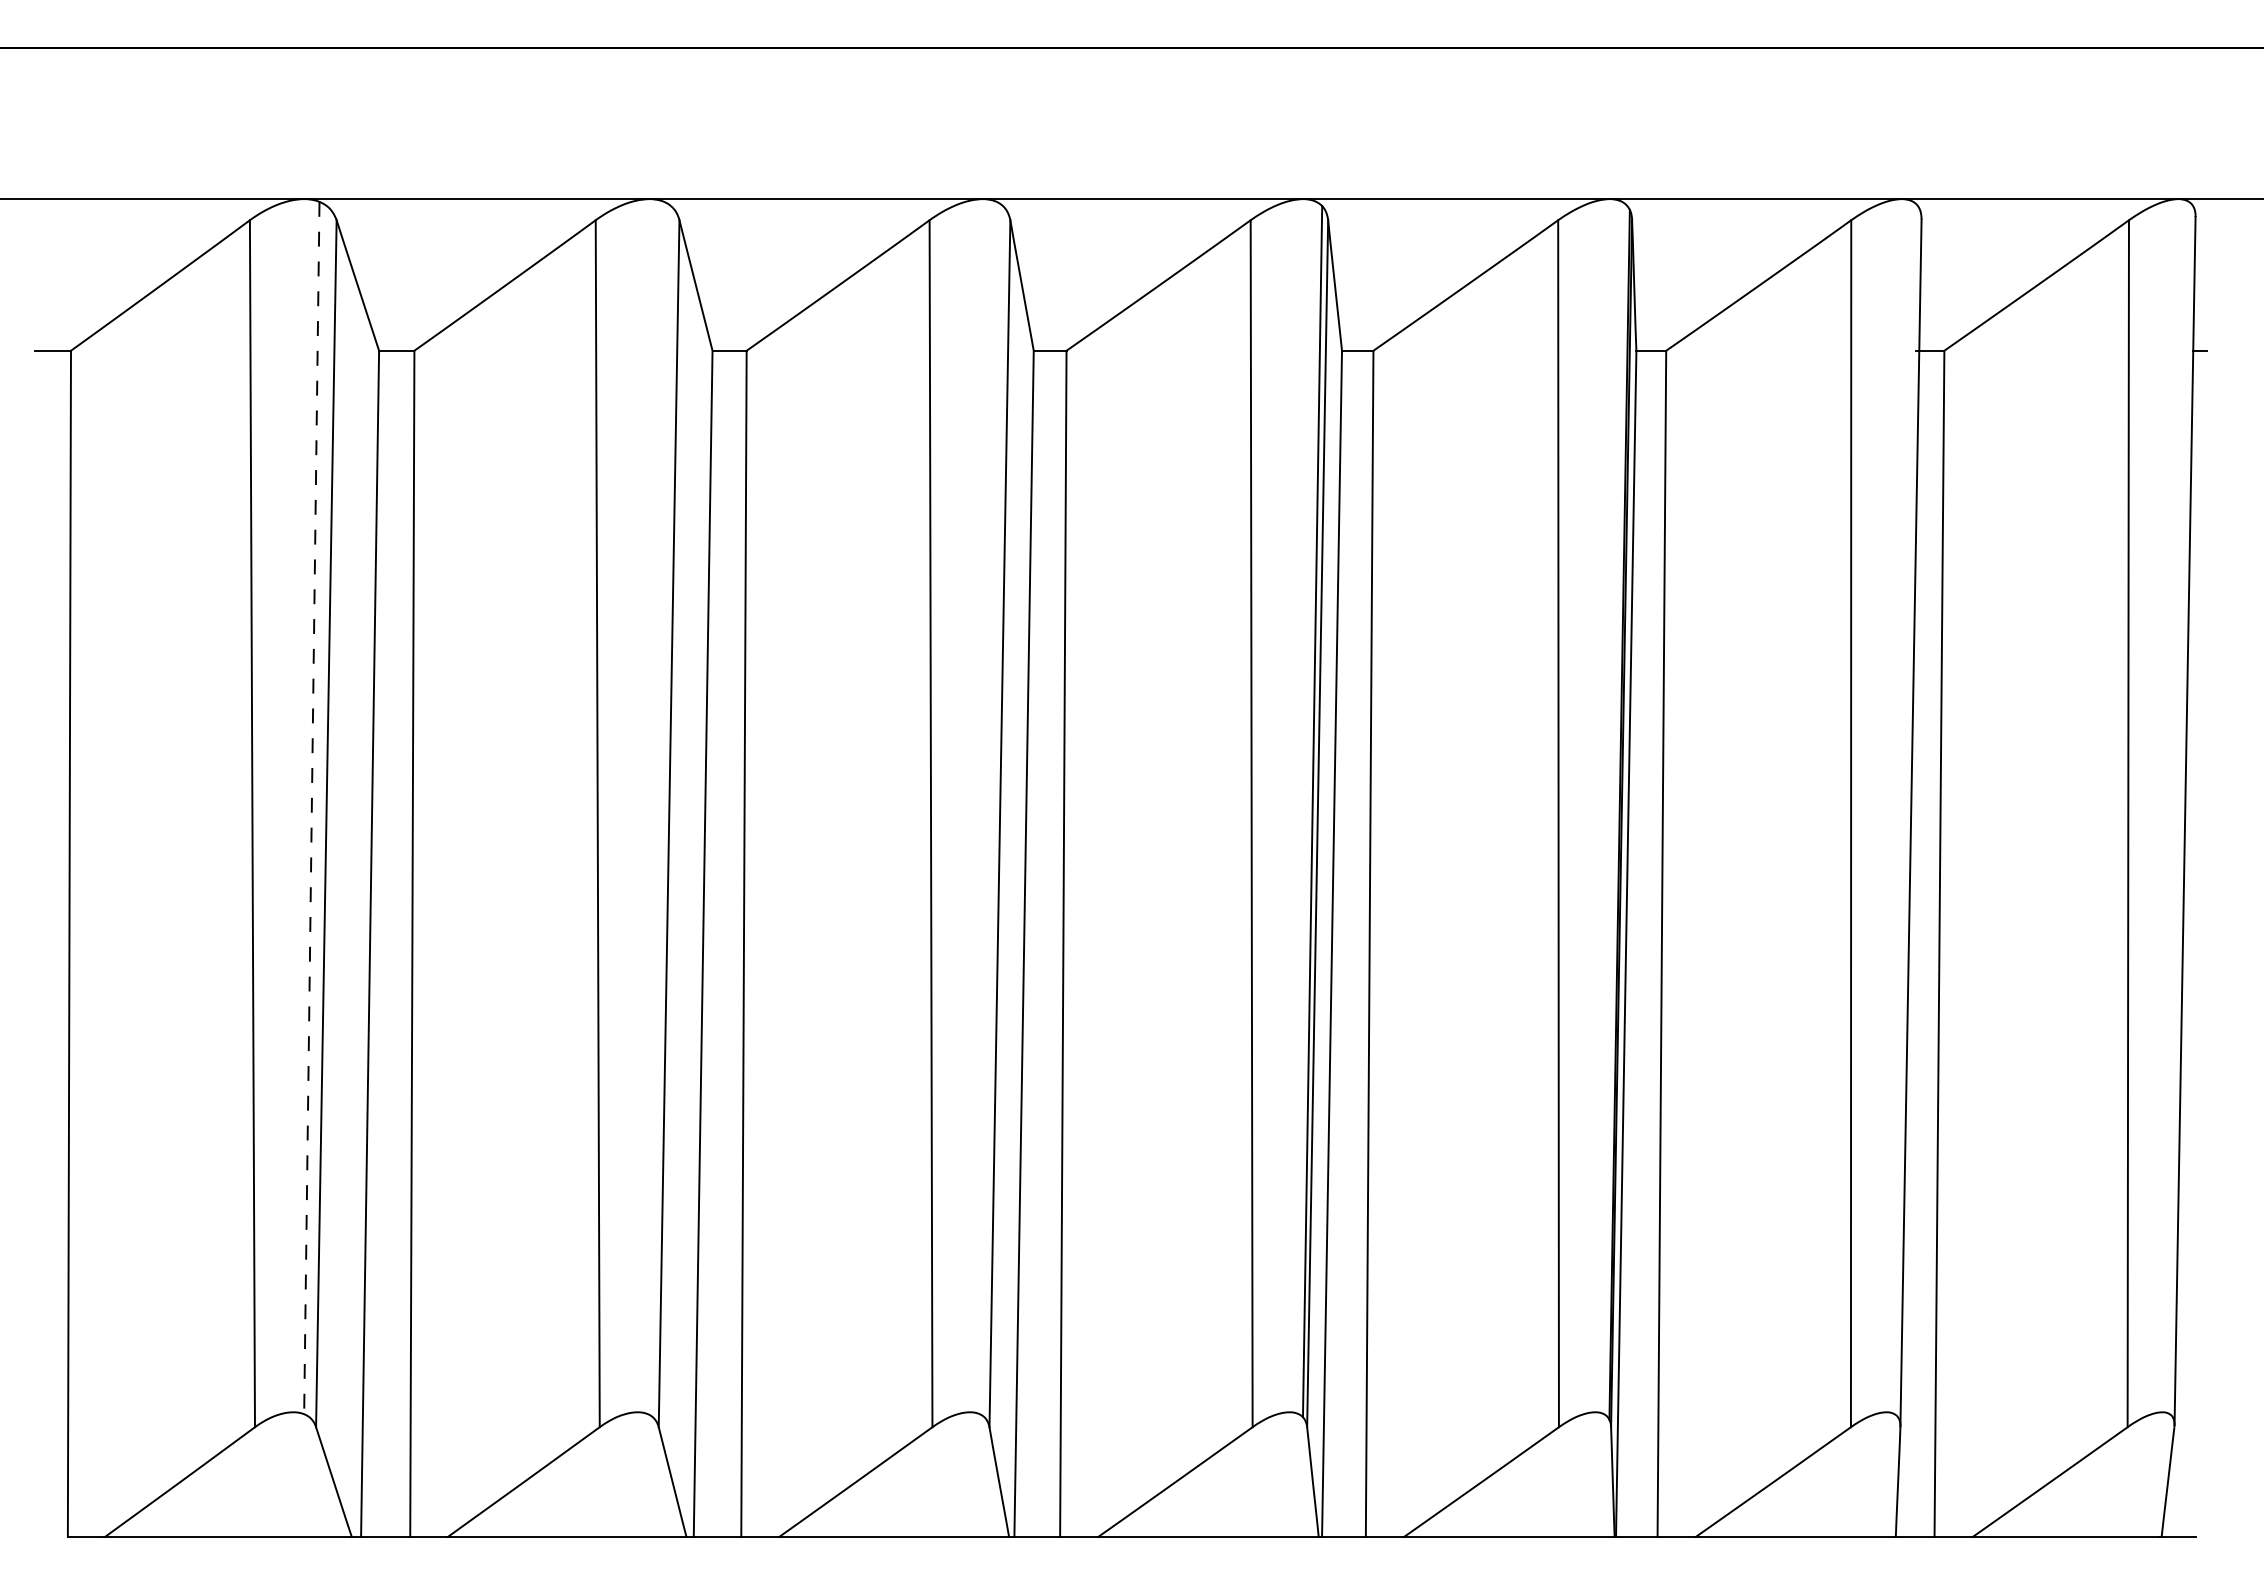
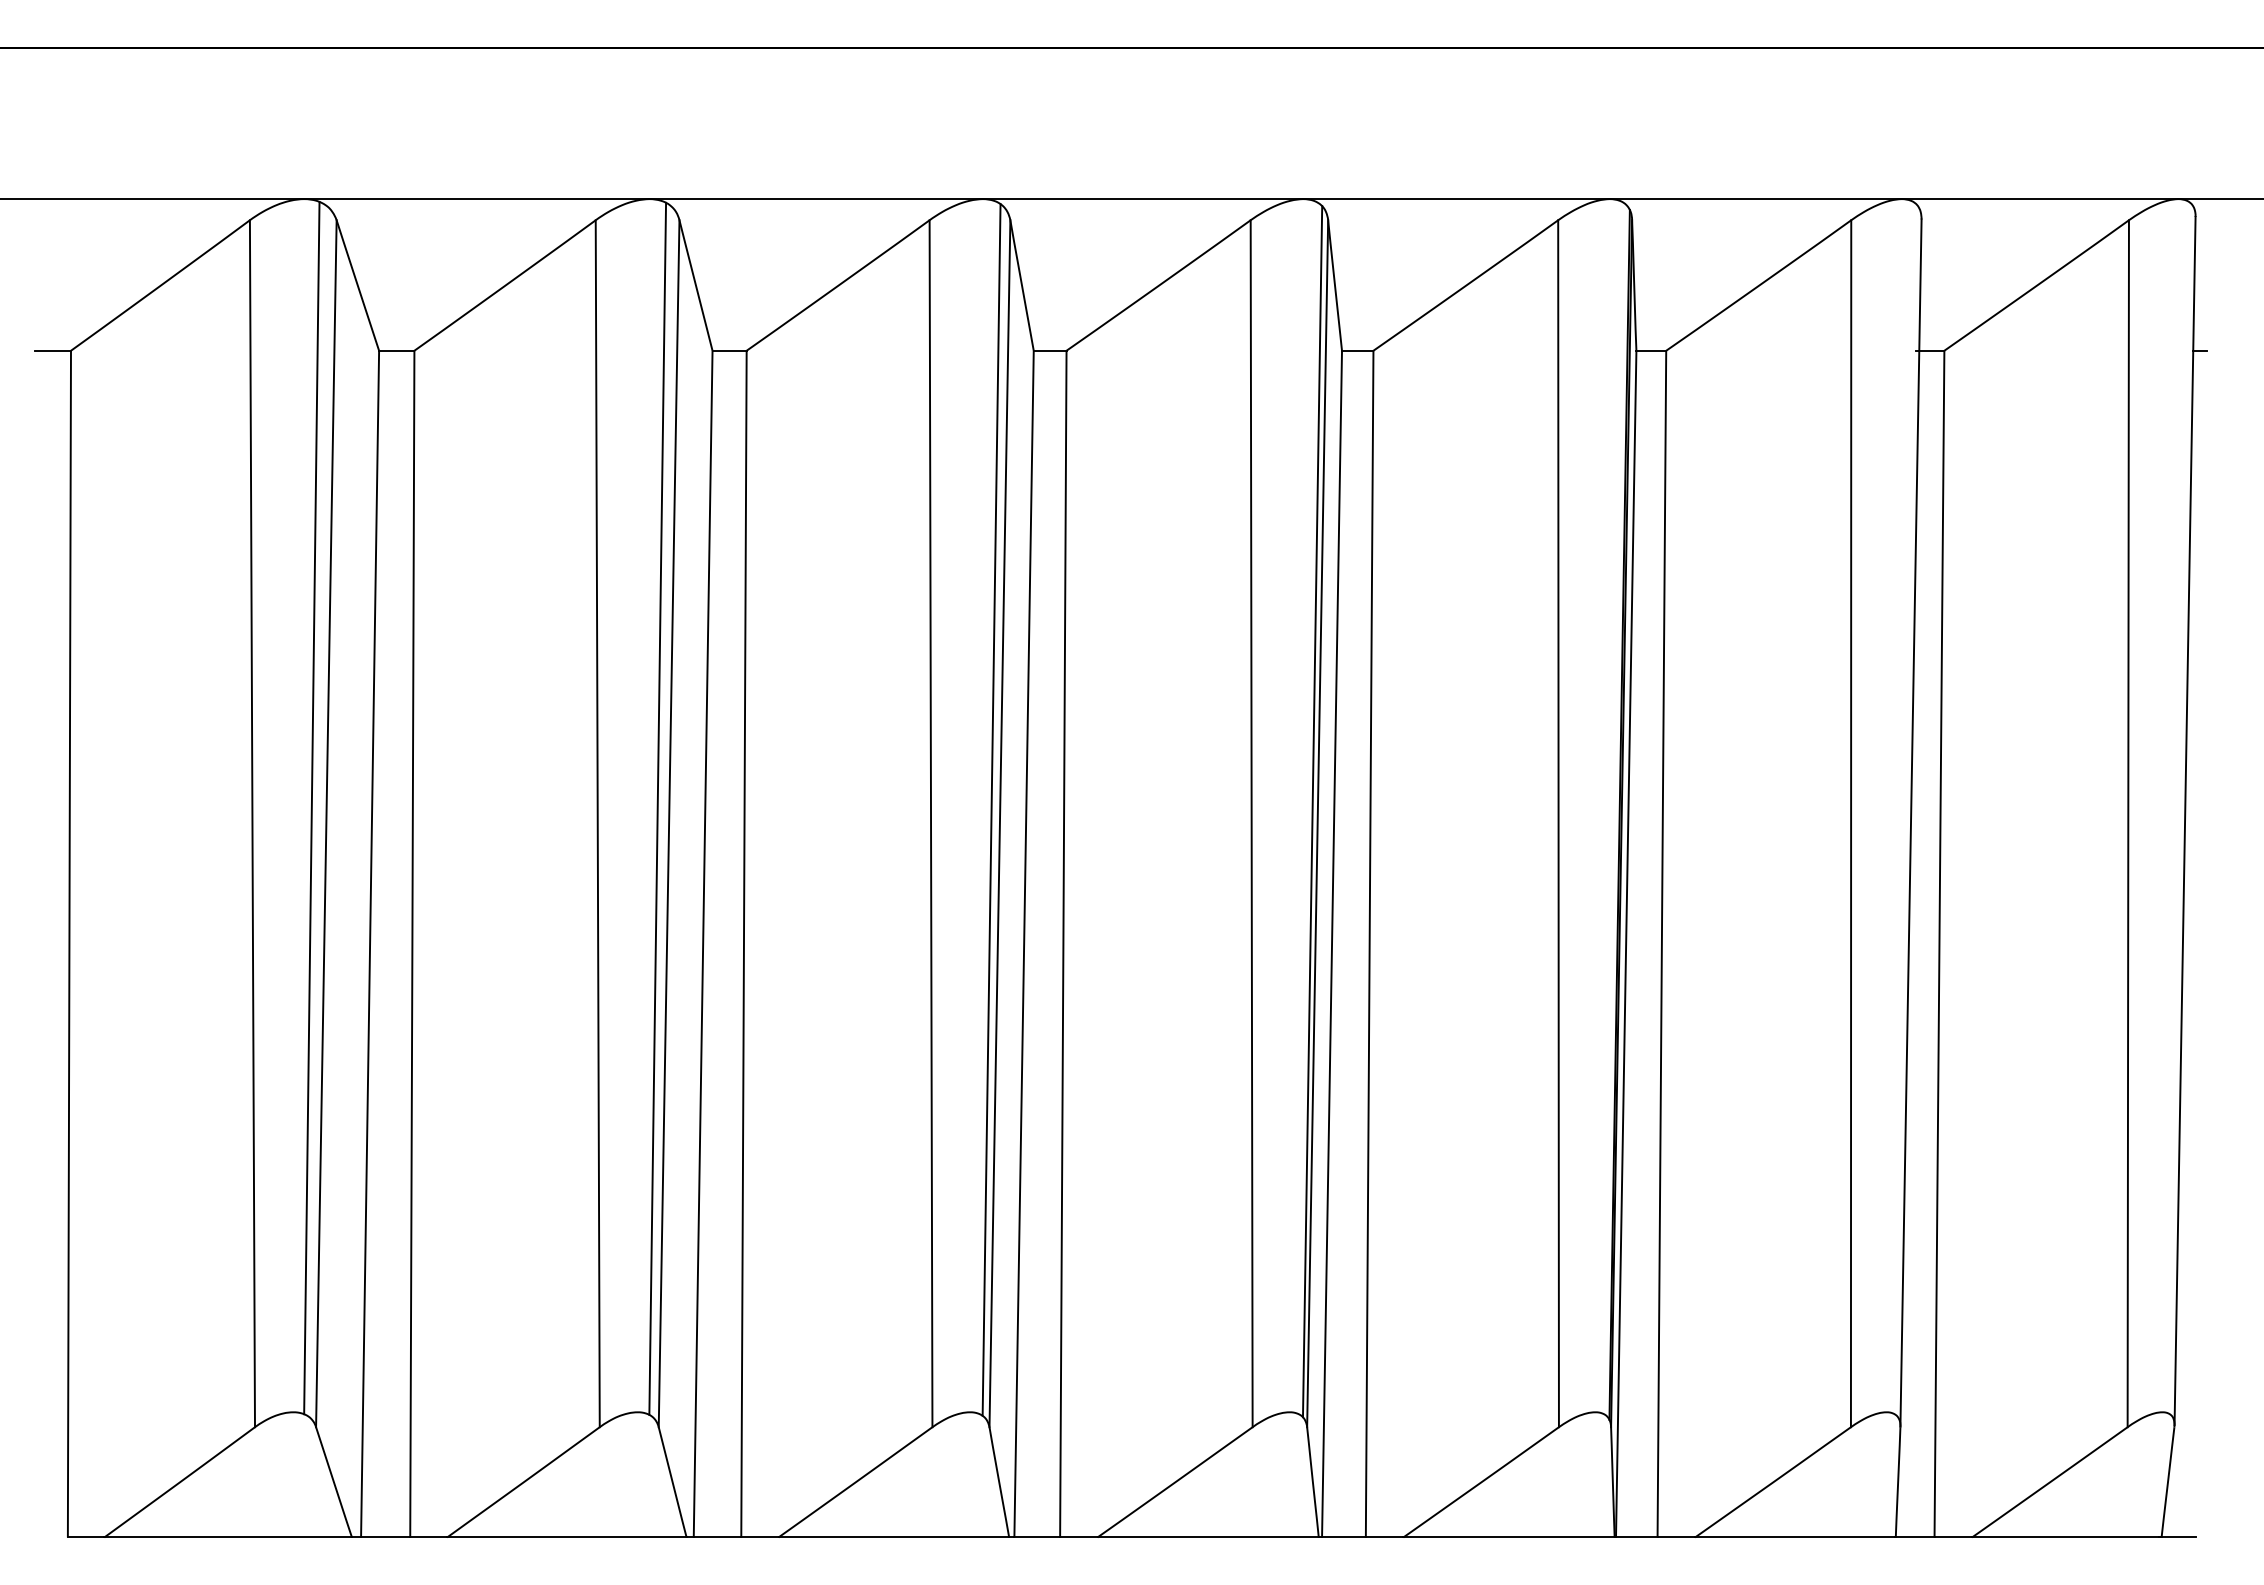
line at (311, 808): dashed -> solid
line at (657, 808): none -> present
line at (991, 809): none -> present
